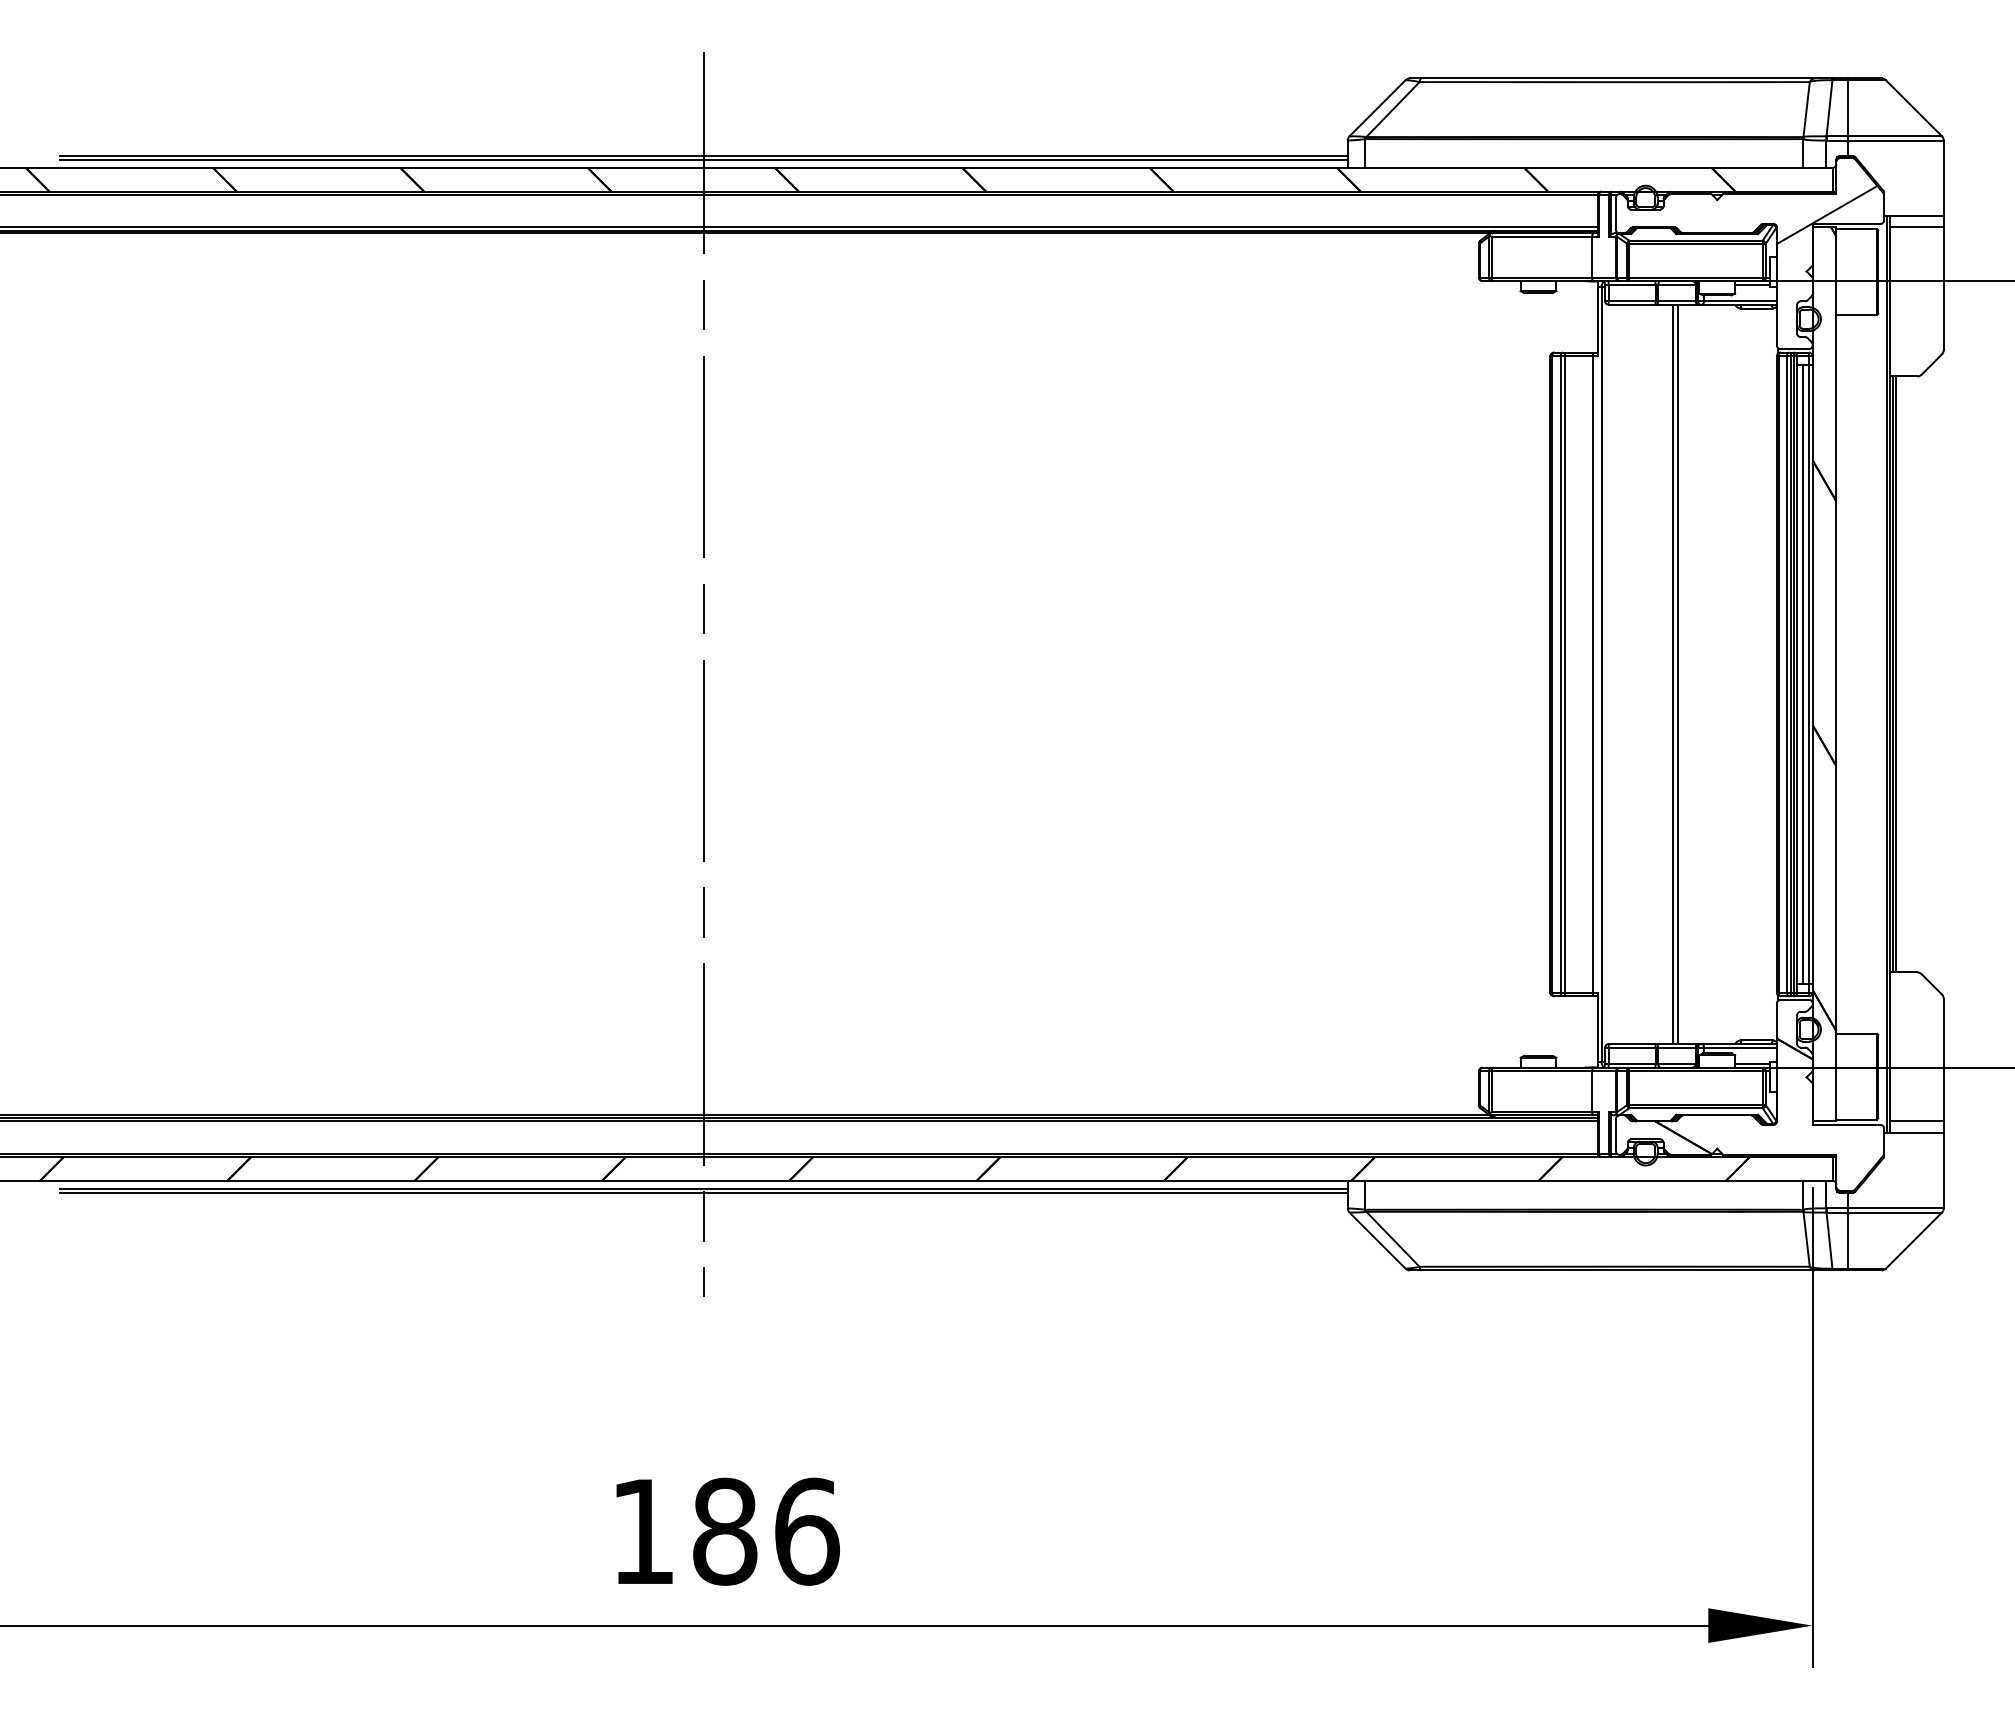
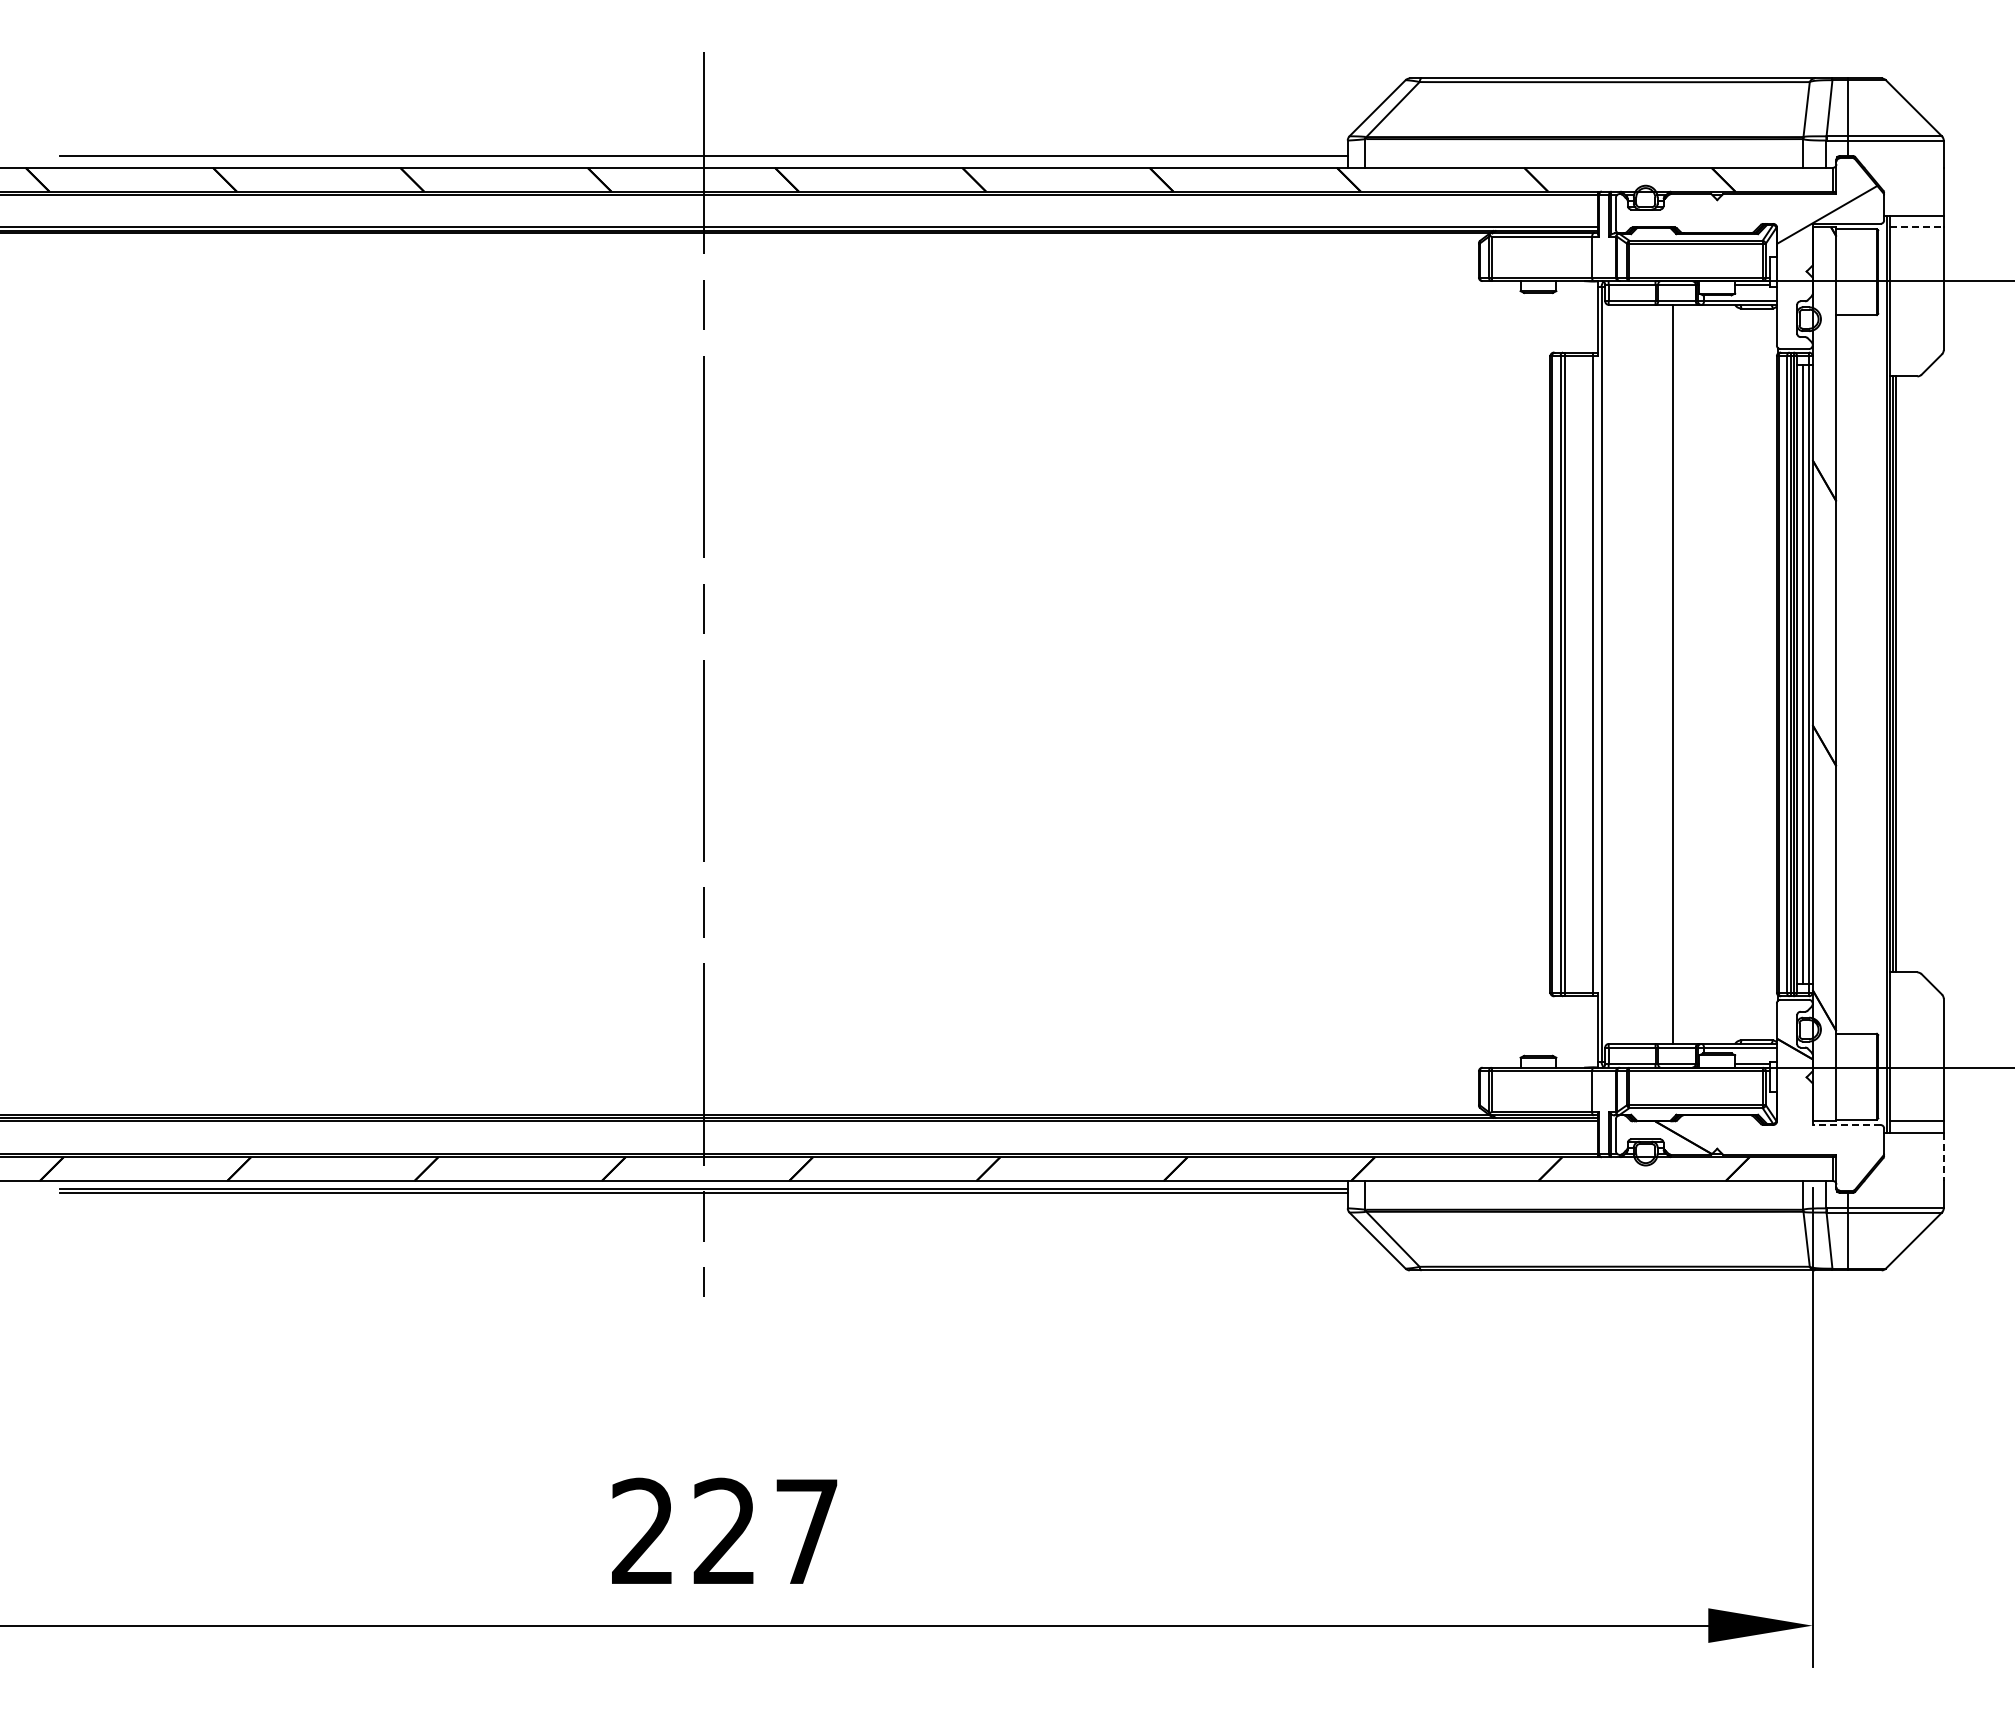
line at (703, 159): present -> none
line at (1916, 227): solid -> dashed
line at (1677, 673): present -> none
line at (1846, 1125): solid -> dashed
line at (1943, 1157): solid -> dashed
text at (726, 1531): 186 -> 227
